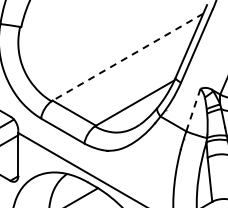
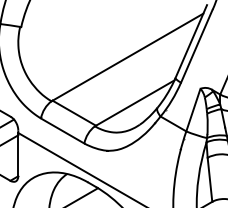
line at (127, 57): dashed -> solid
line at (193, 110): dashed -> solid
